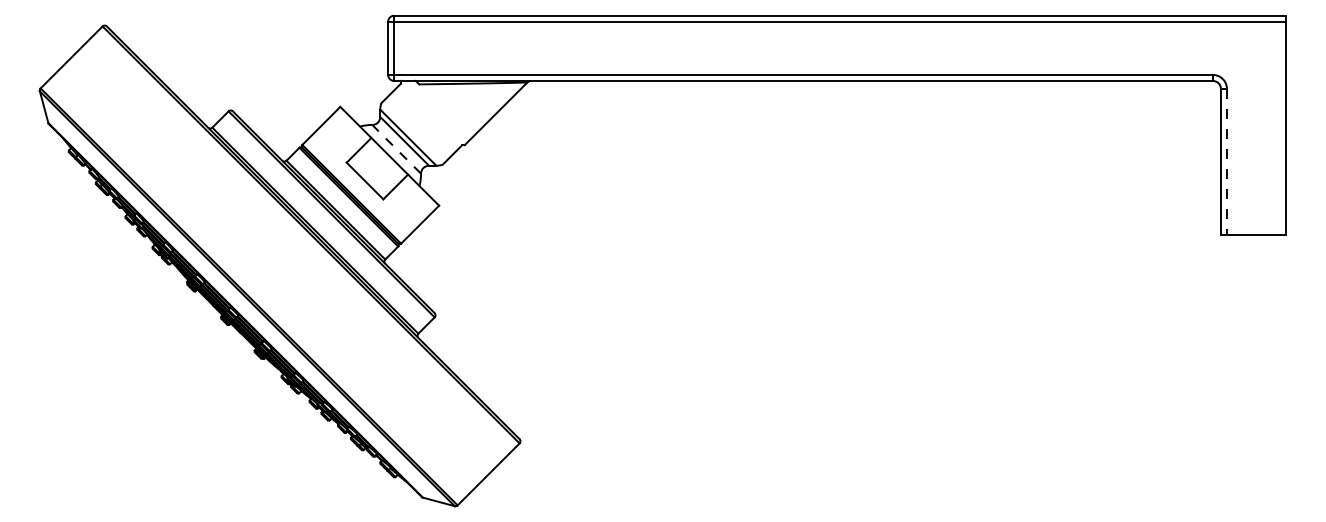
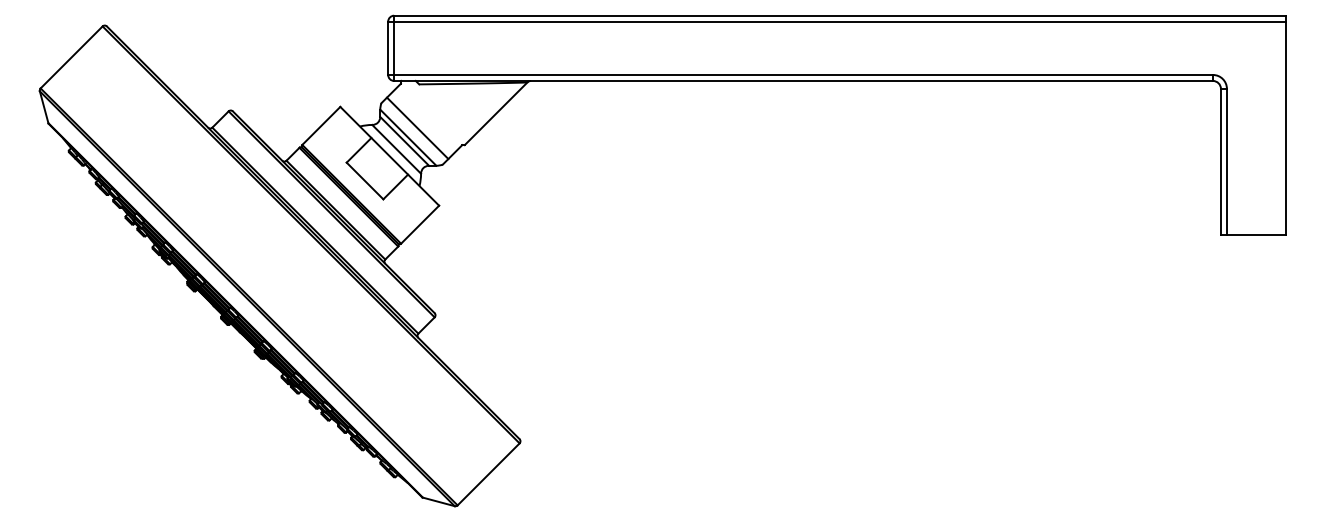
line at (417, 128): none -> present
line at (396, 149): dashed -> solid
line at (1226, 162): dashed -> solid
